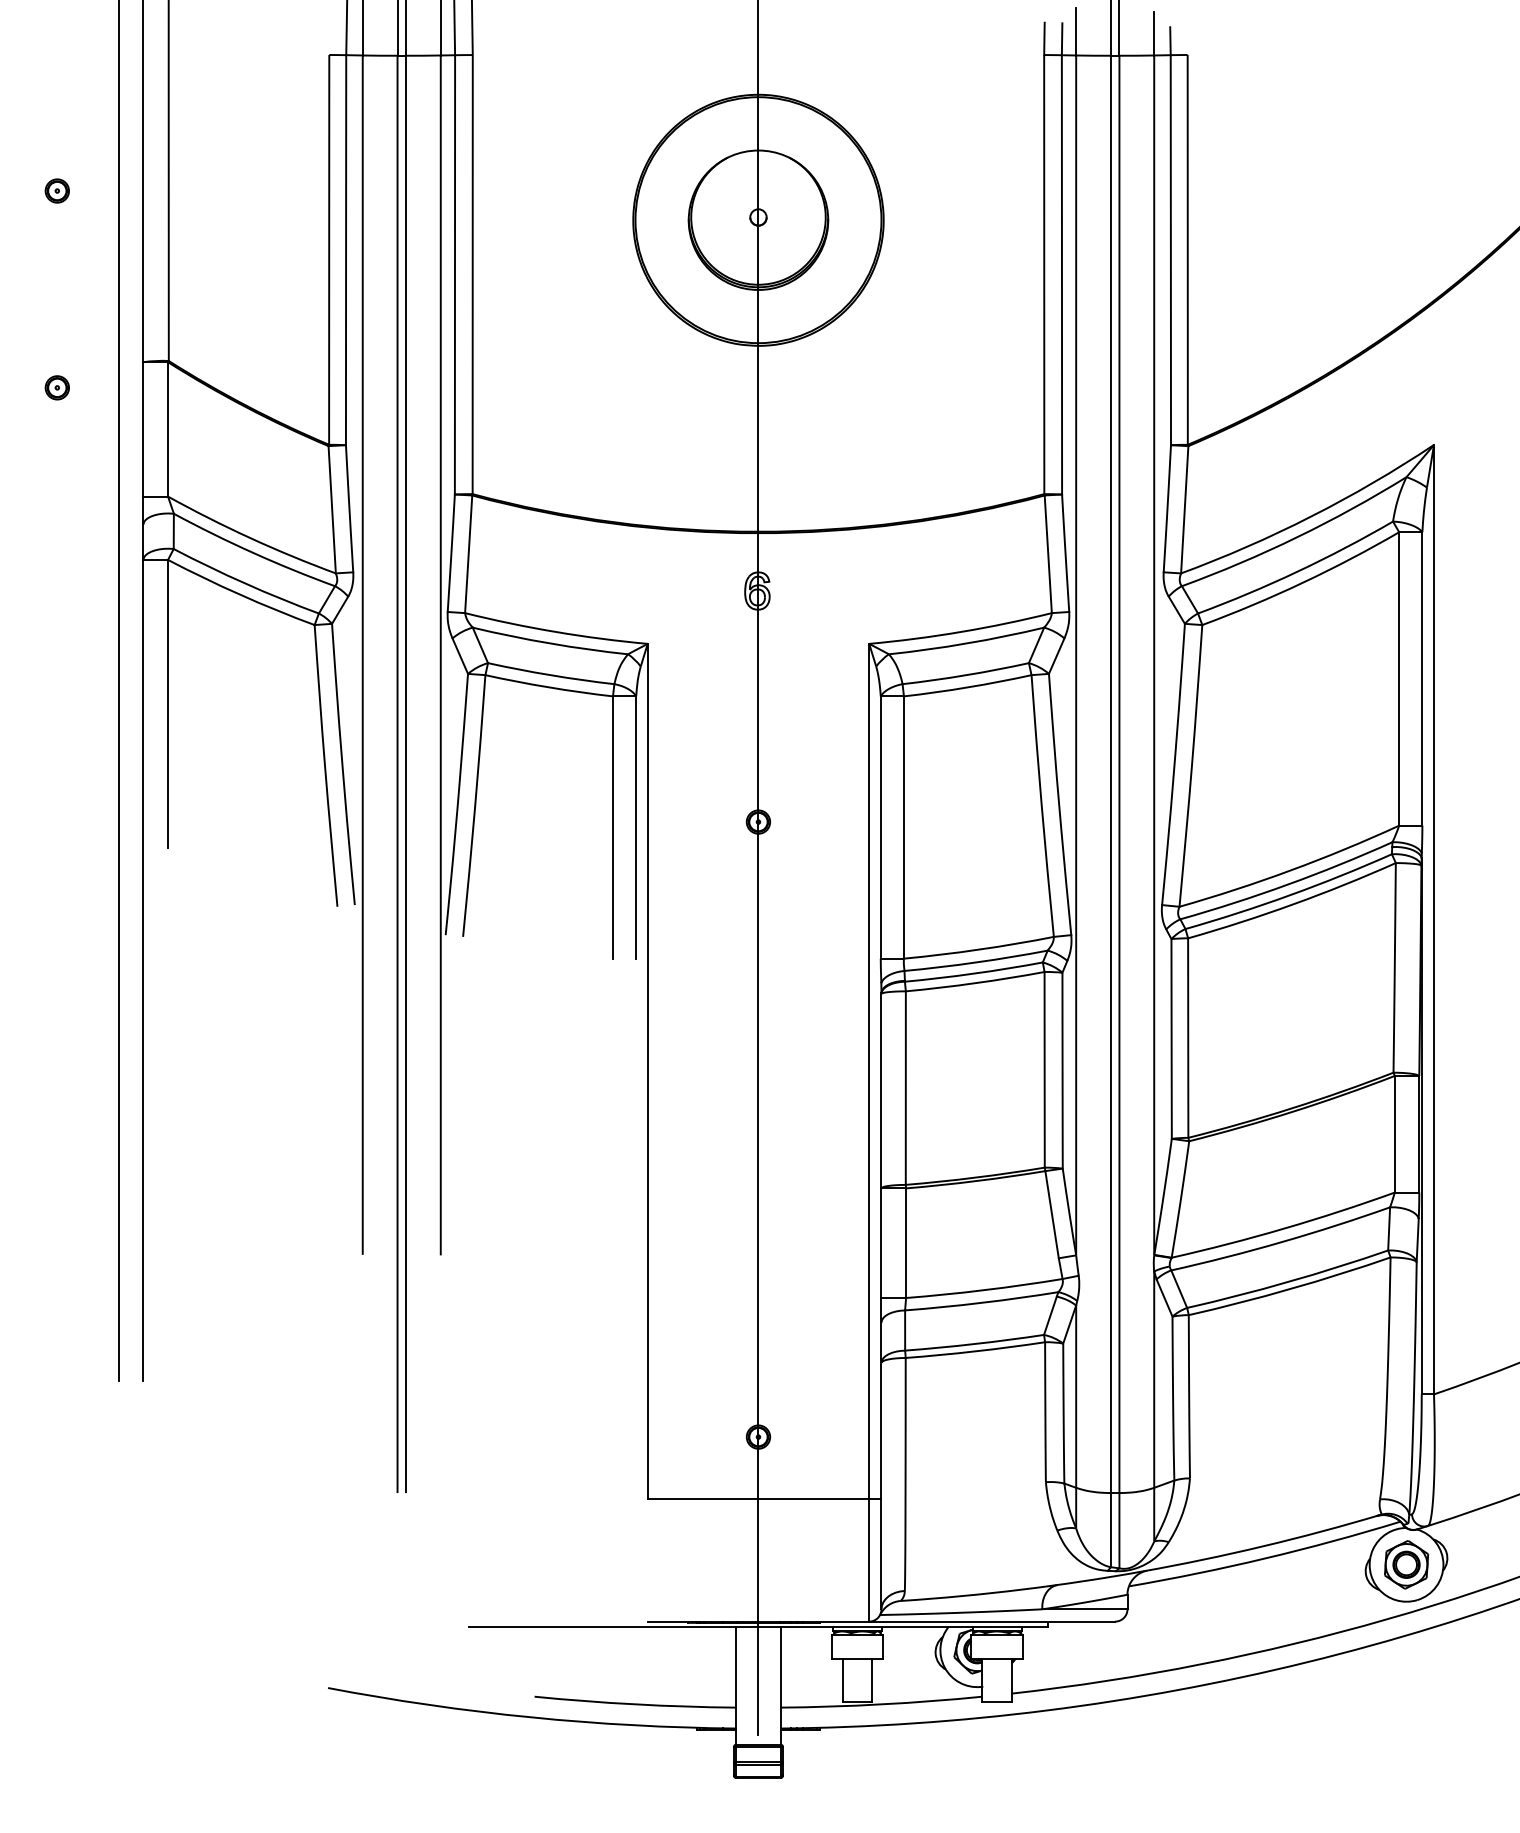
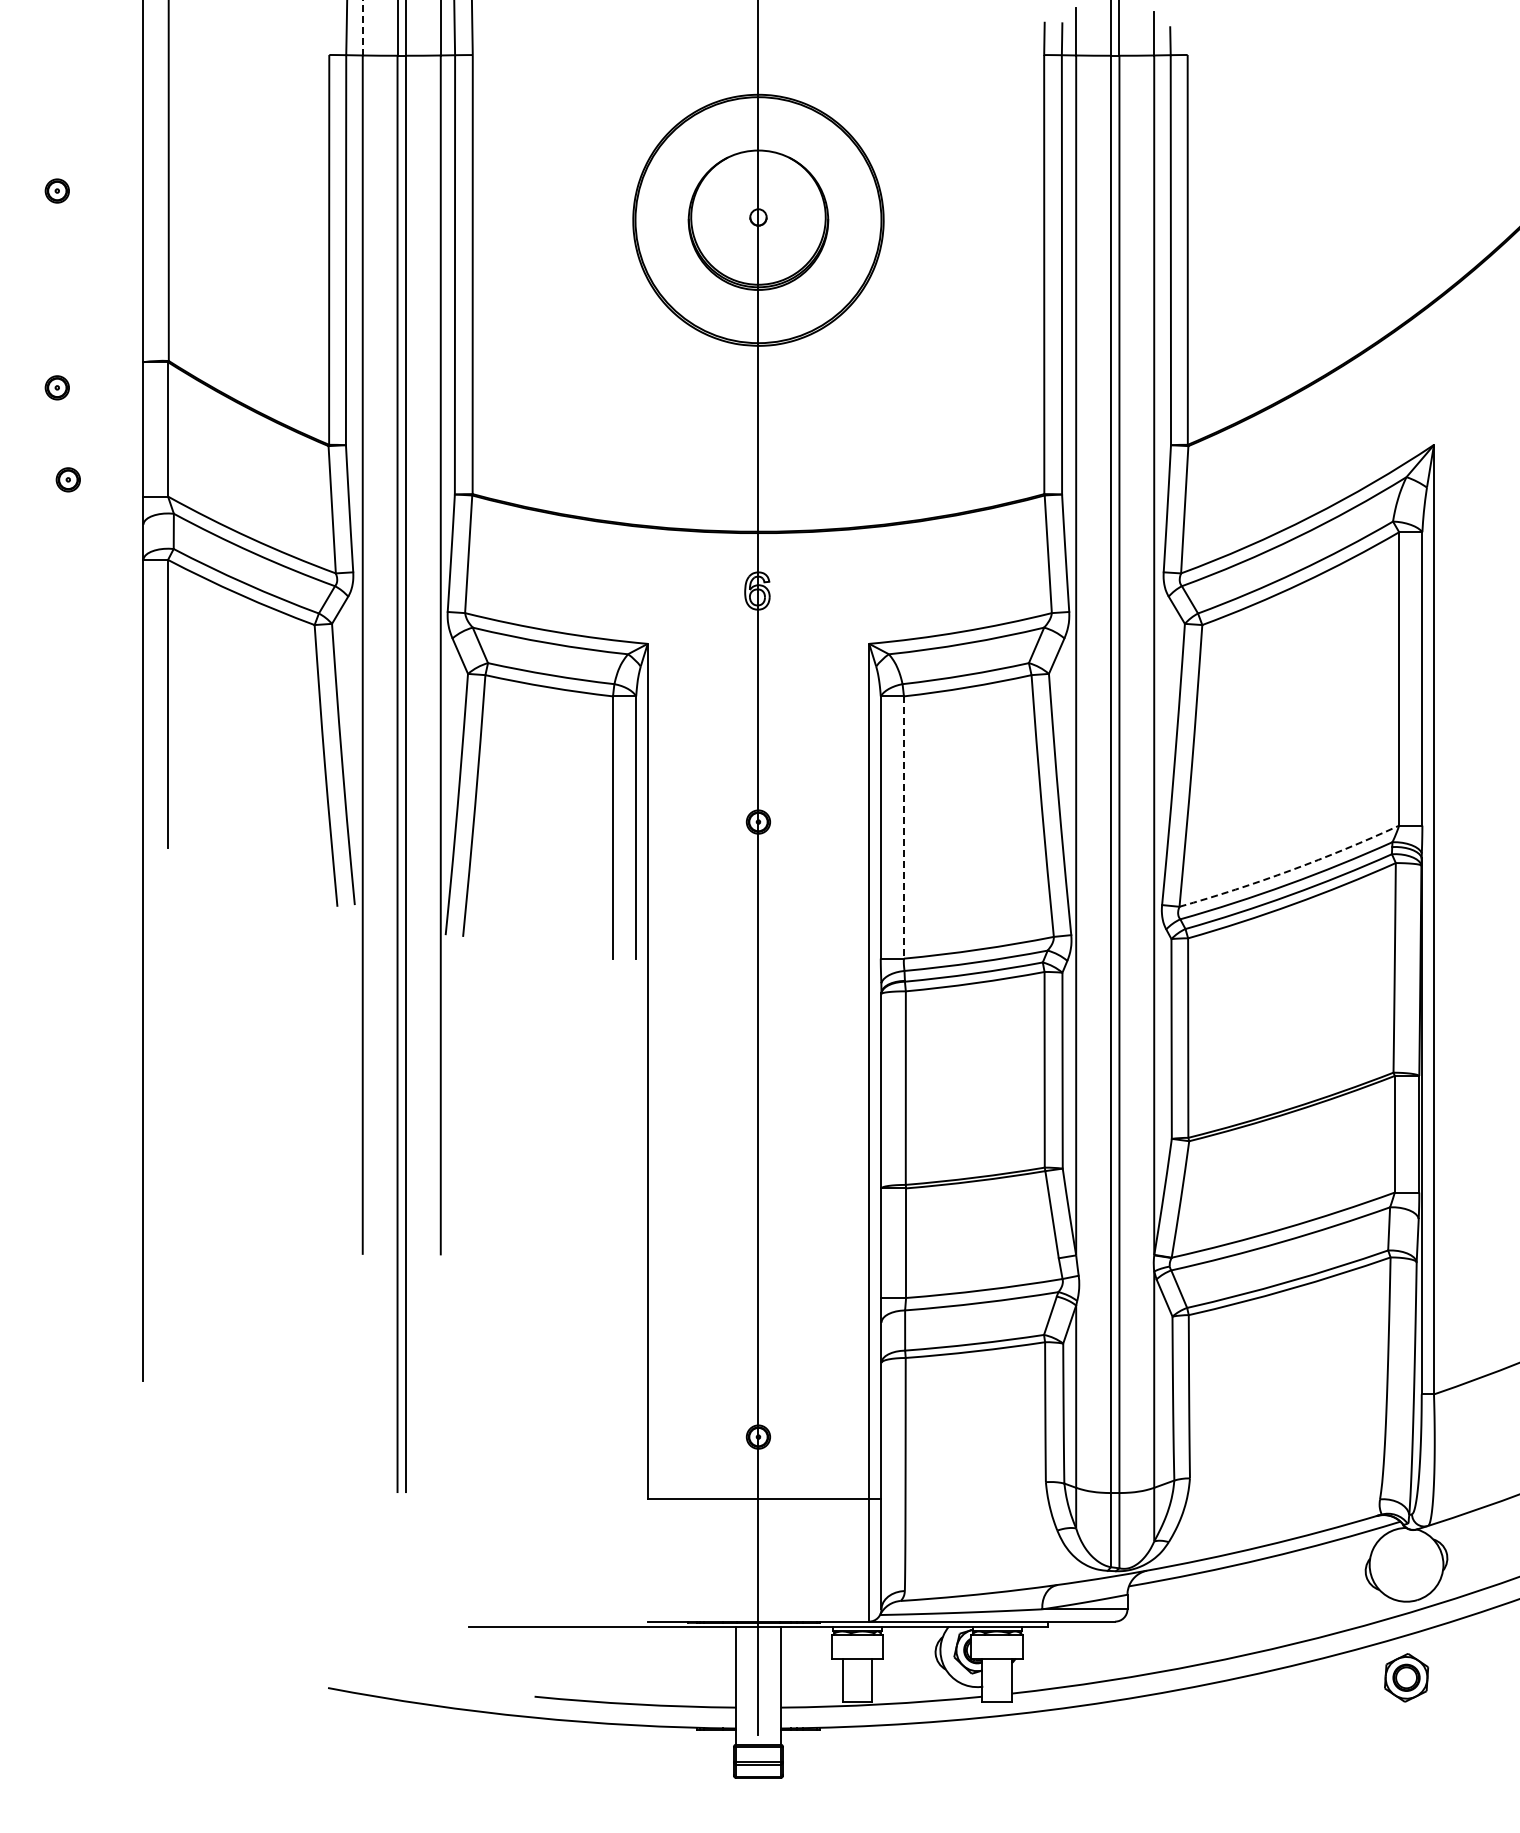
line at (362, 27): solid -> dashed
part at (67, 479): none -> present
line at (118, 691): present -> none
line at (903, 828): solid -> dashed
arc at (1290, 870): solid -> dashed
part at (1406, 1564) position: (1406, 1564) -> (1406, 1677)
